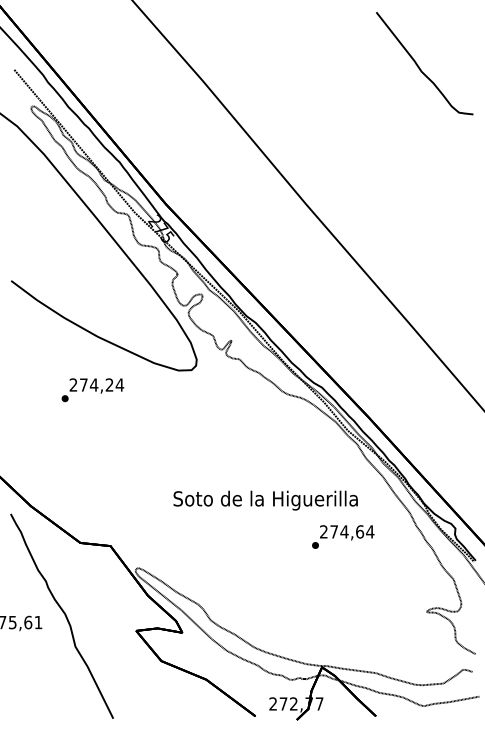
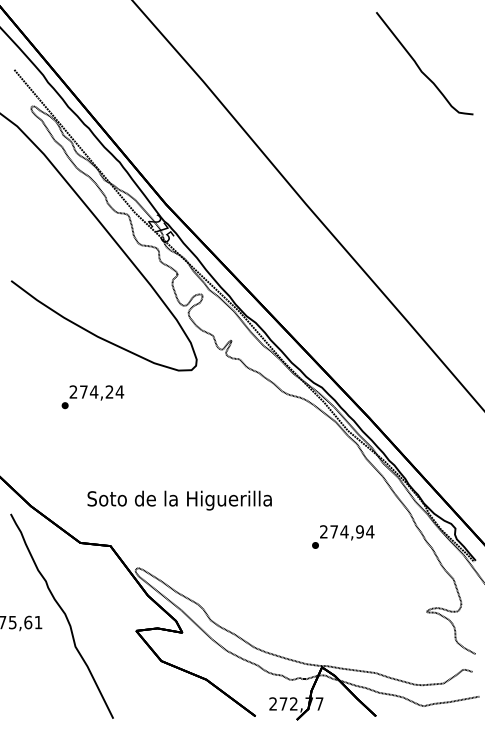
text at (92, 390) position: (92, 390) -> (92, 397)
text at (265, 500) position: (265, 500) -> (179, 500)
text at (360, 531): 274,64 -> 274,94
